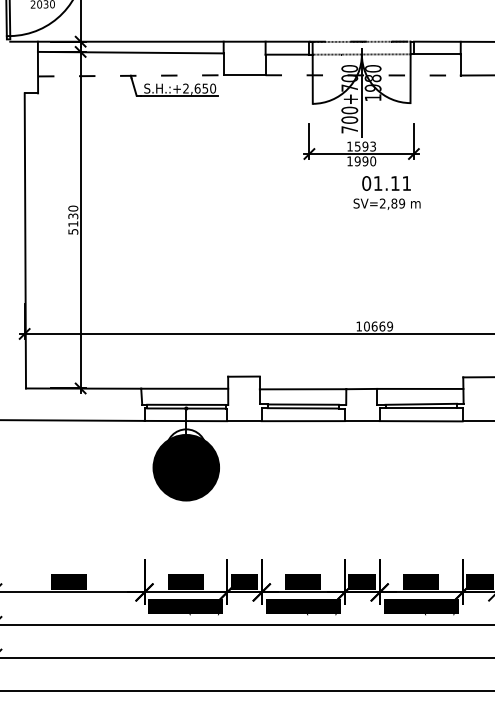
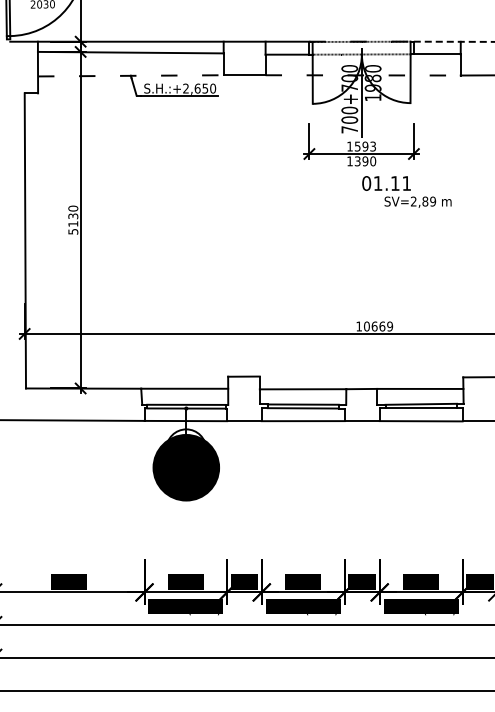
line at (453, 41): solid -> dashed
text at (357, 161): 1990 -> 1390
text at (386, 203) position: (386, 203) -> (417, 201)
